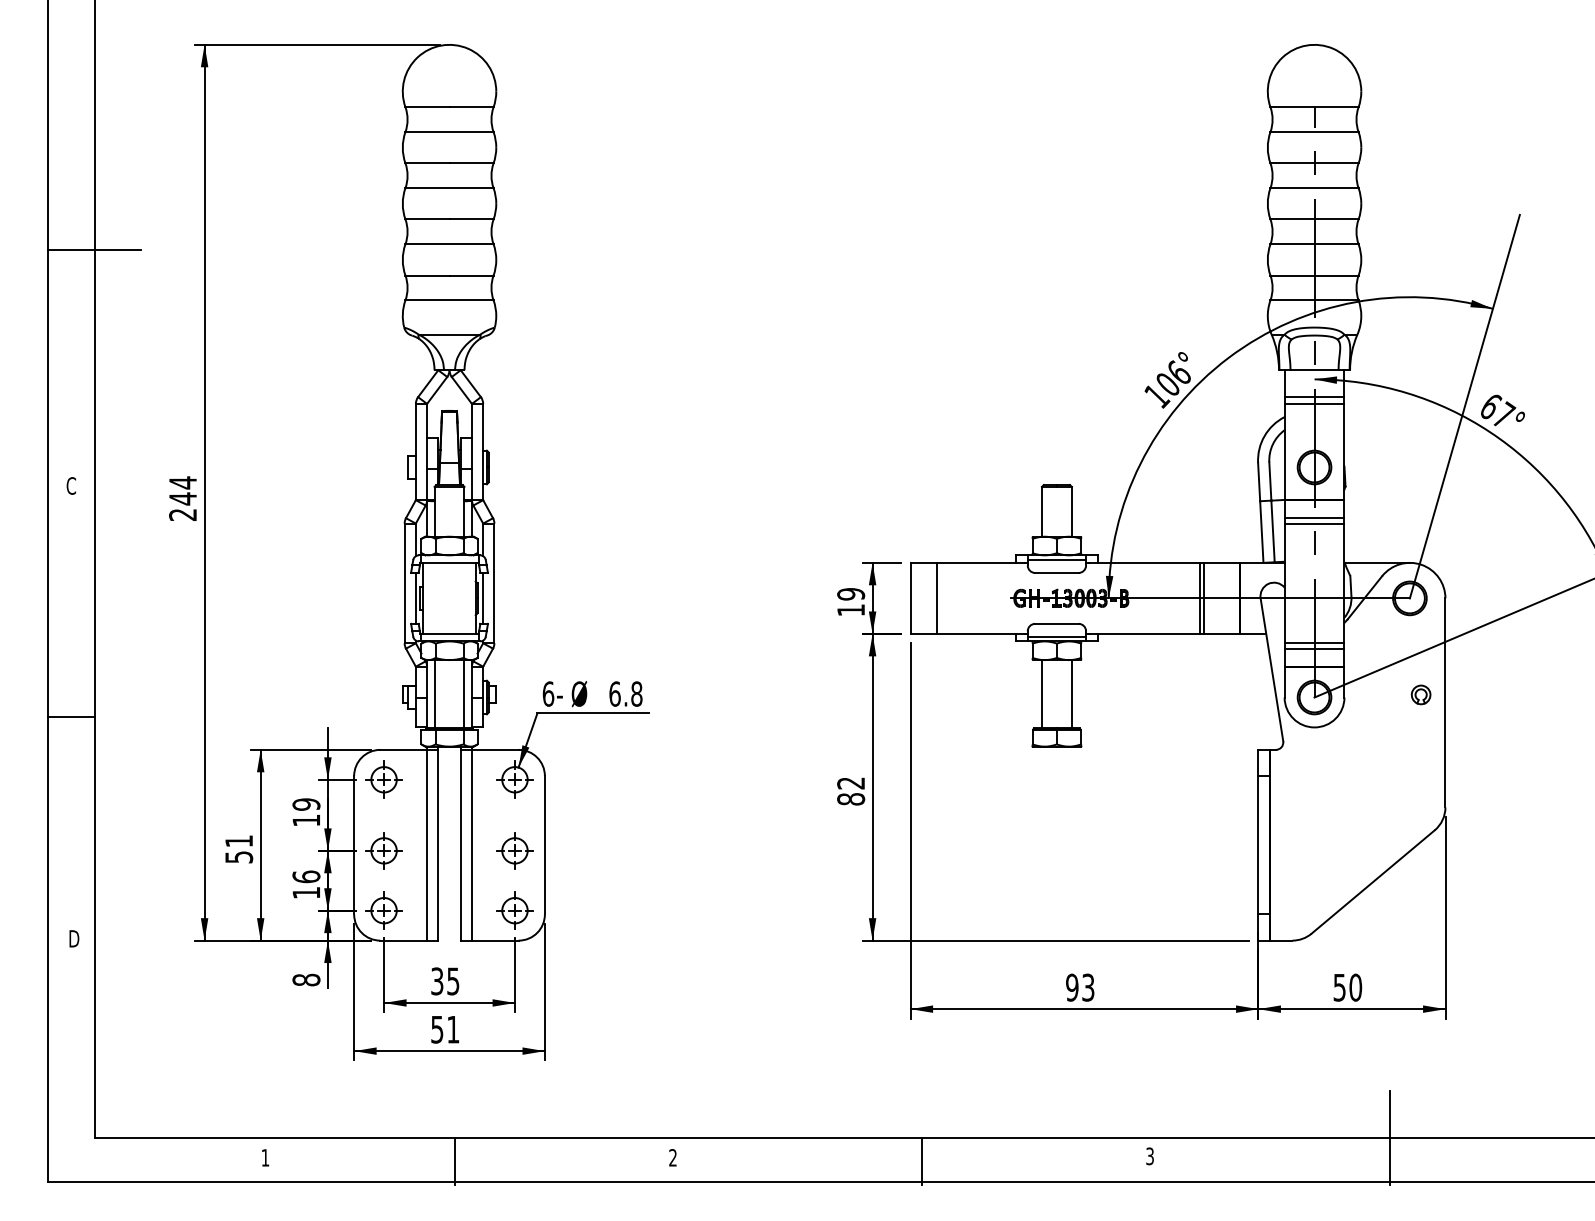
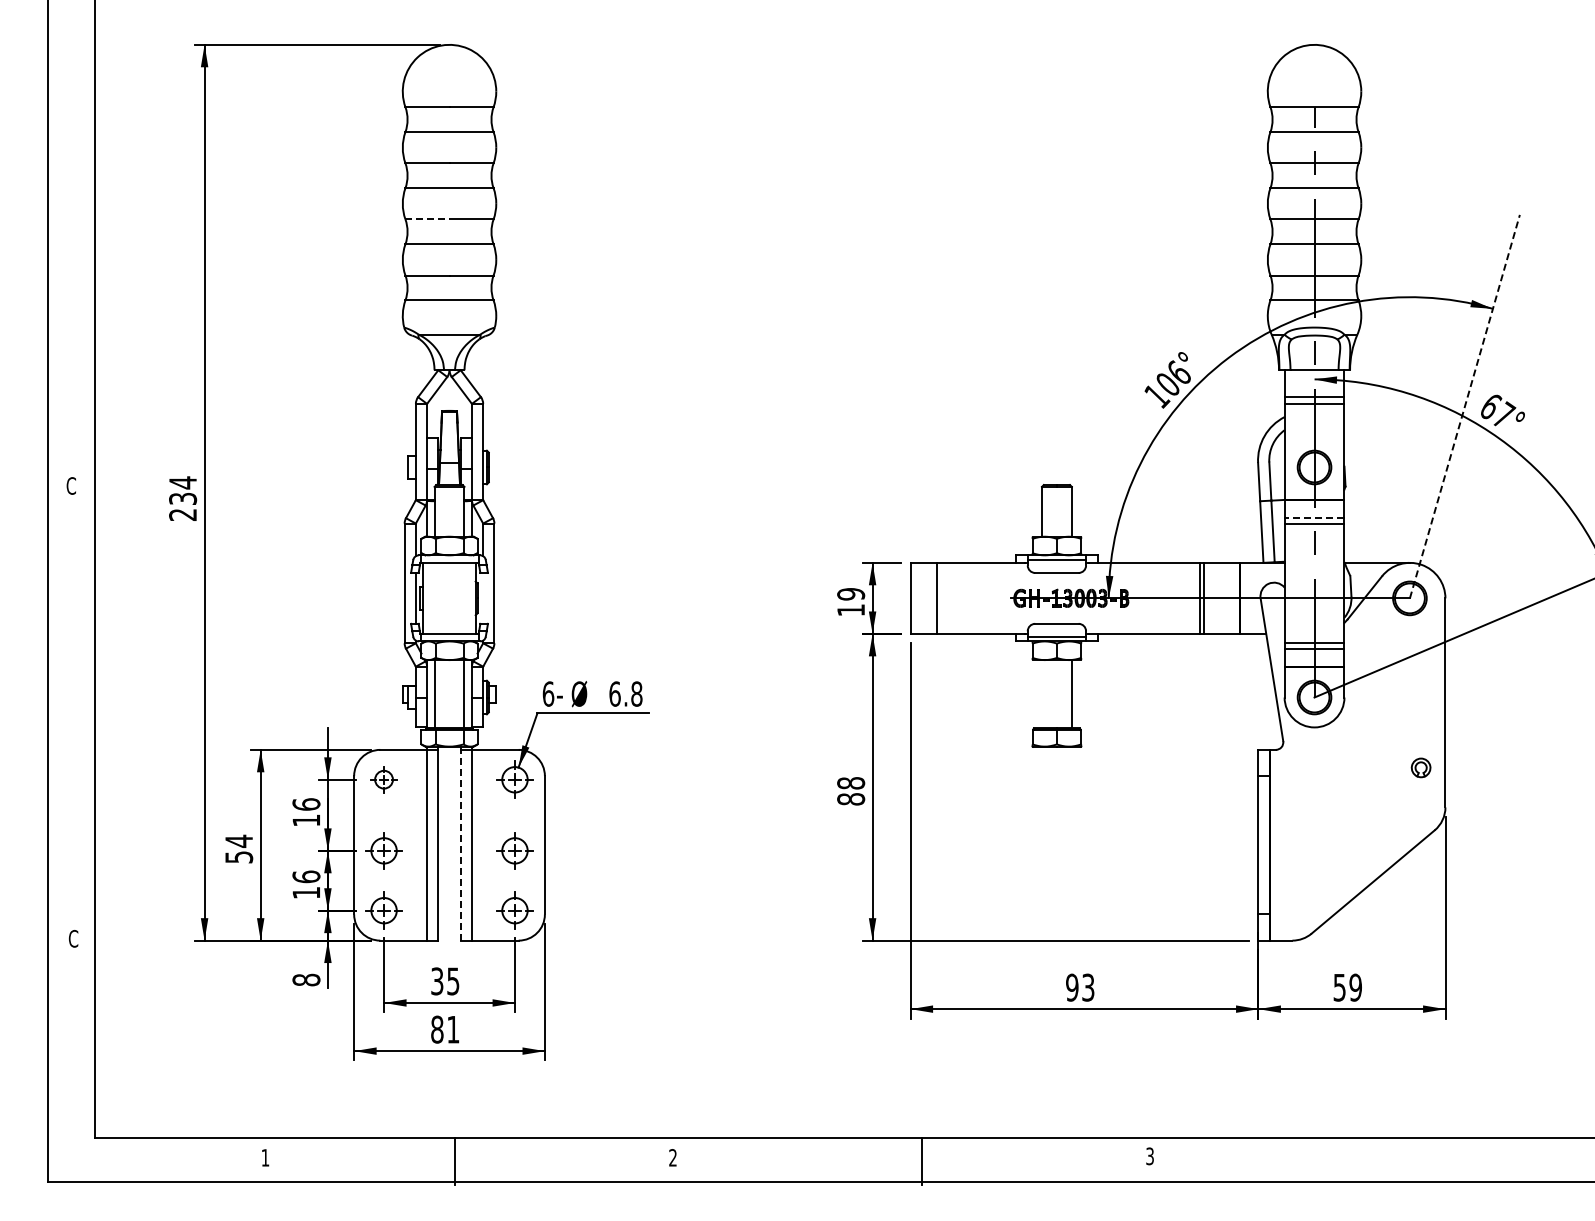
line at (427, 219): solid -> dashed
line at (94, 249): present -> none
line at (1465, 406): solid -> dashed
text at (183, 498): 244 -> 234
line at (1314, 518): solid -> dashed
line at (483, 597): present -> none
line at (1041, 694): present -> none
part at (1420, 694) position: (1420, 694) -> (1420, 767)
line at (70, 717): present -> none
part at (383, 779) size: 38x39 px -> 28x28 px
text at (851, 783): 82 -> 88
text at (306, 804): 19 -> 16
text at (238, 840): 51 -> 54
line at (460, 844): solid -> dashed
text at (73, 938): D -> C
text at (1355, 987): 50 -> 59
text at (437, 1029): 51 -> 81
line at (1389, 1137): present -> none
